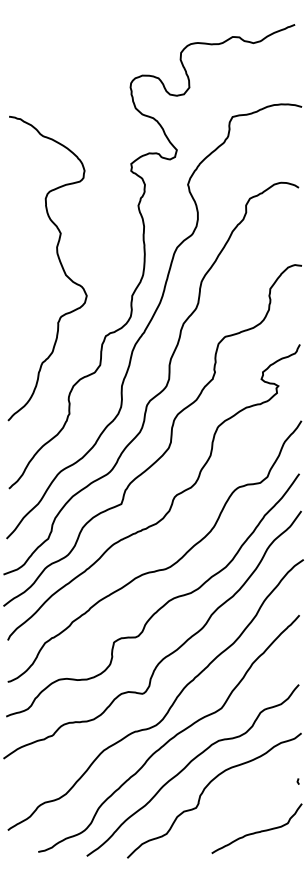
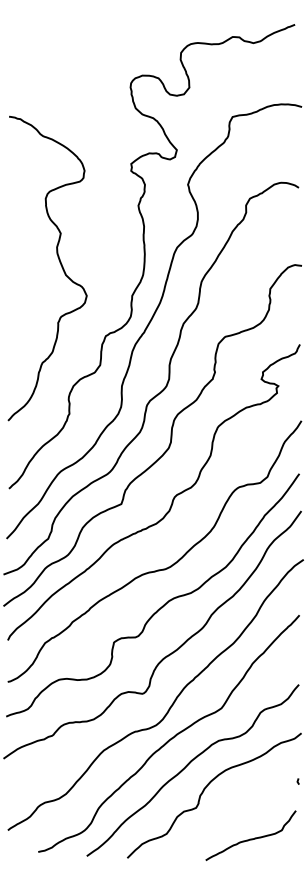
curve at (256, 831) position: (256, 831) -> (250, 838)
